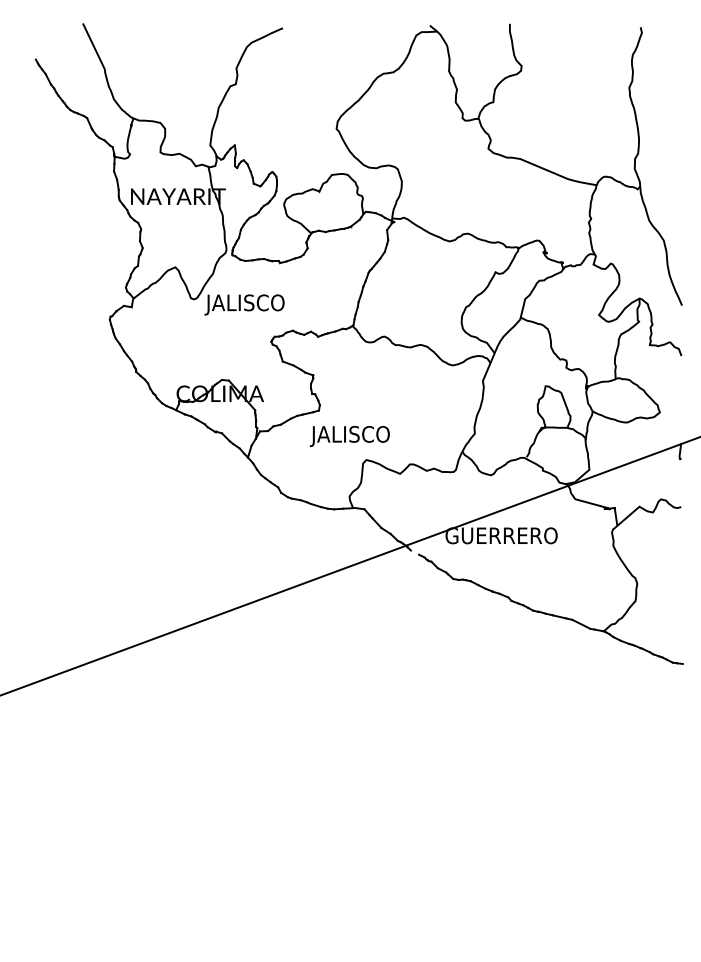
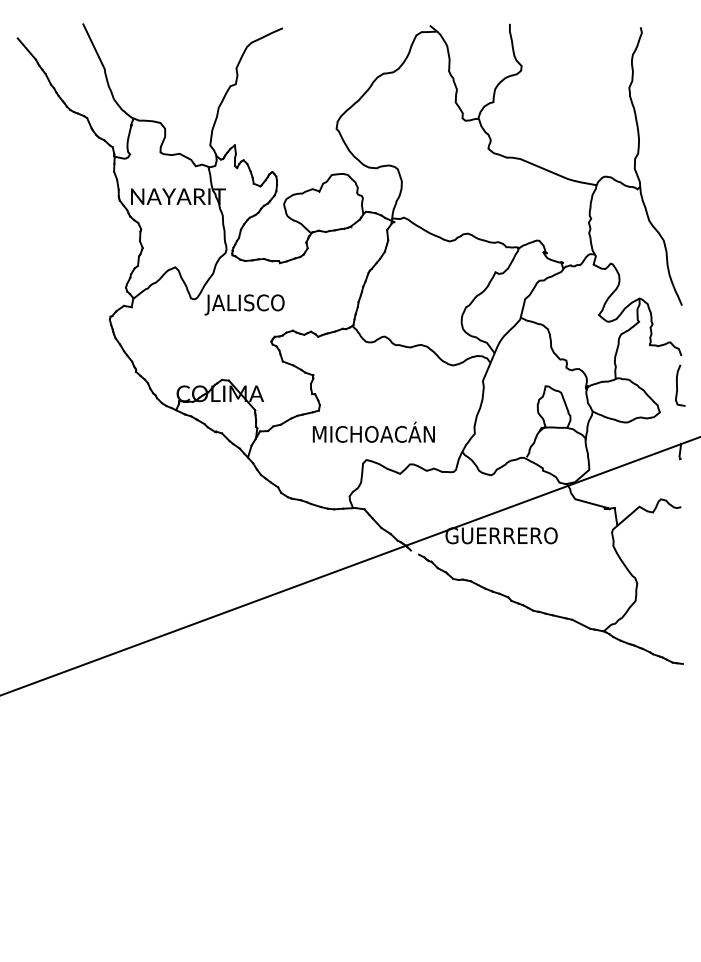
line at (26, 48): none -> present
curve at (677, 385): none -> present
text at (371, 434): JALISCO -> MICHOACÁN
